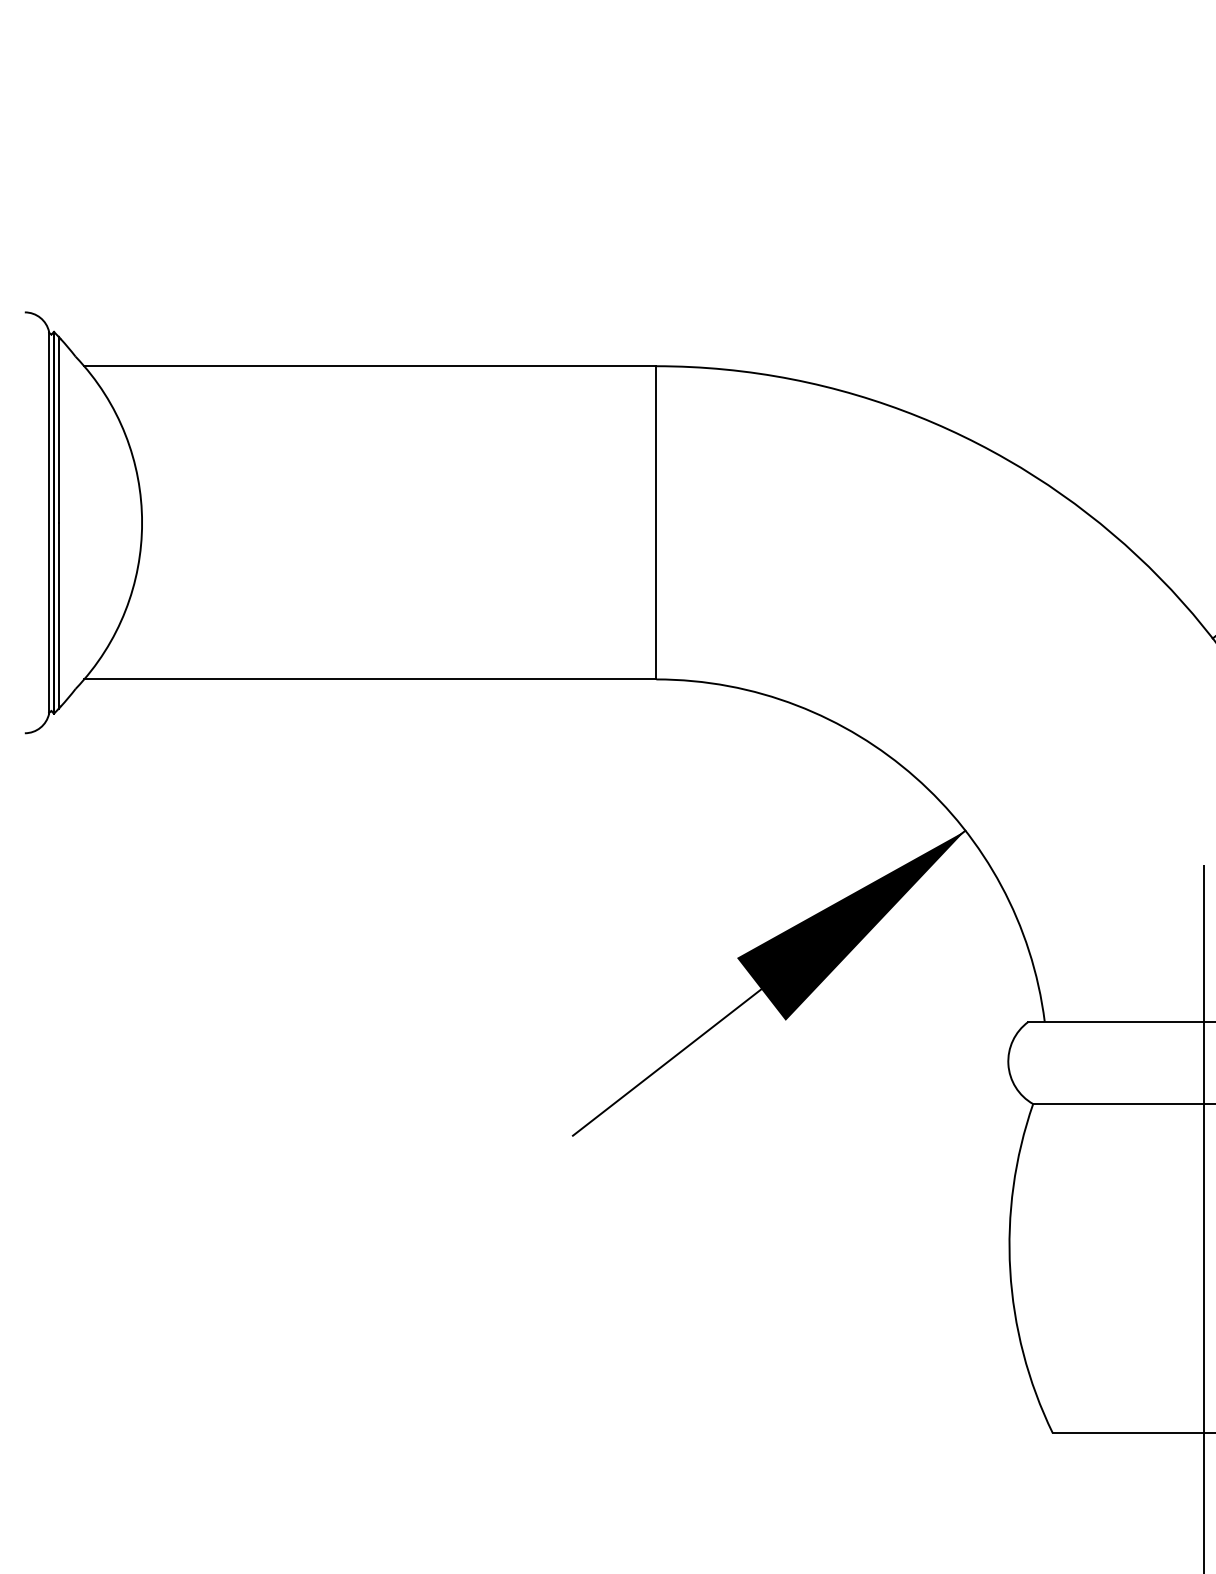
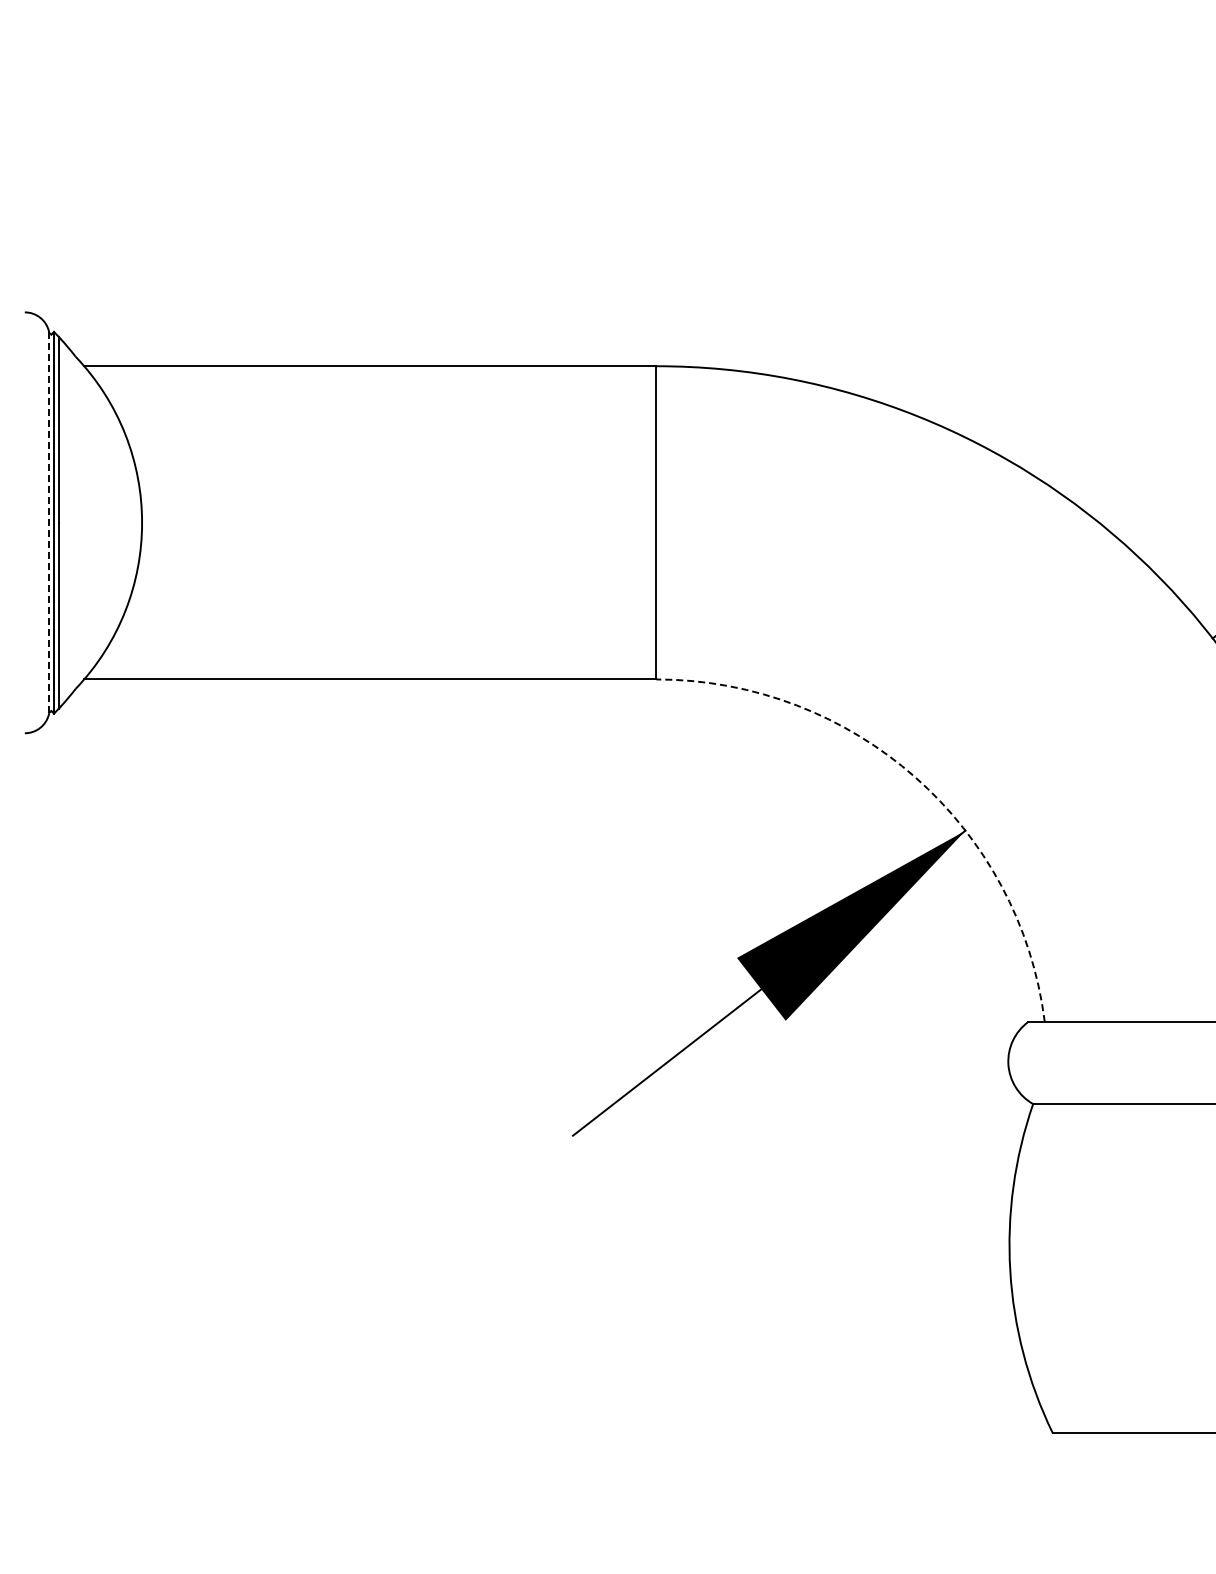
line at (49, 522): solid -> dashed
arc at (915, 777): solid -> dashed
line at (1204, 1217): present -> none
